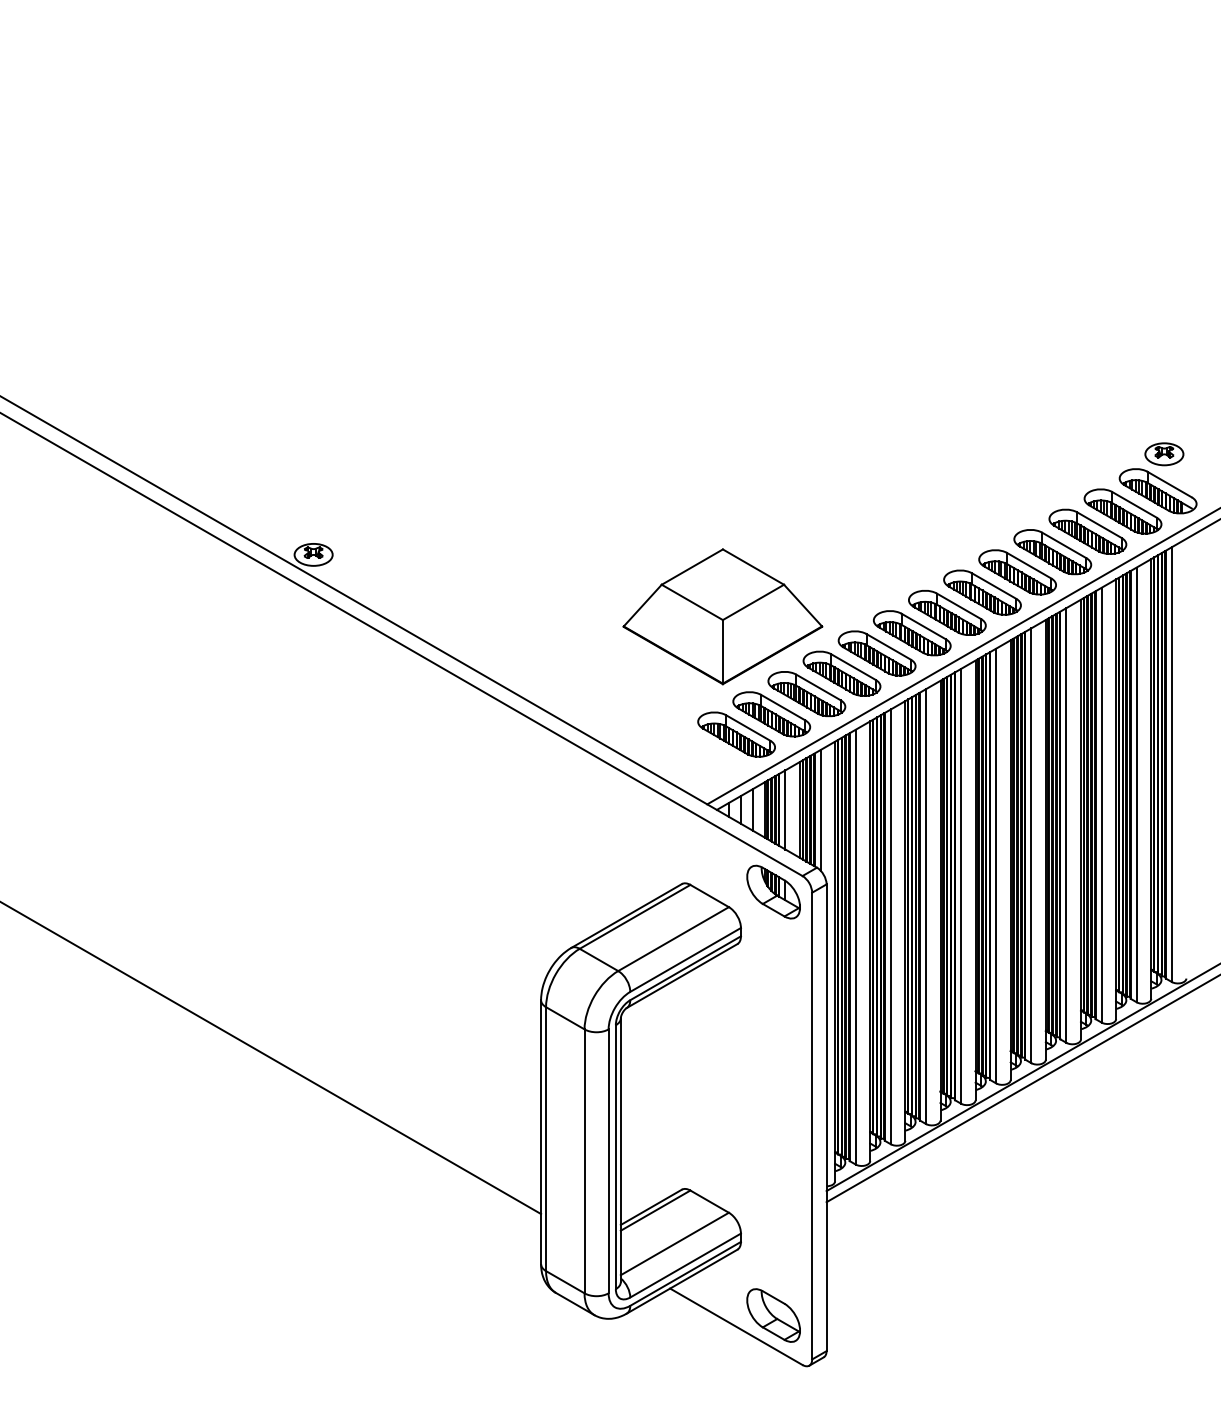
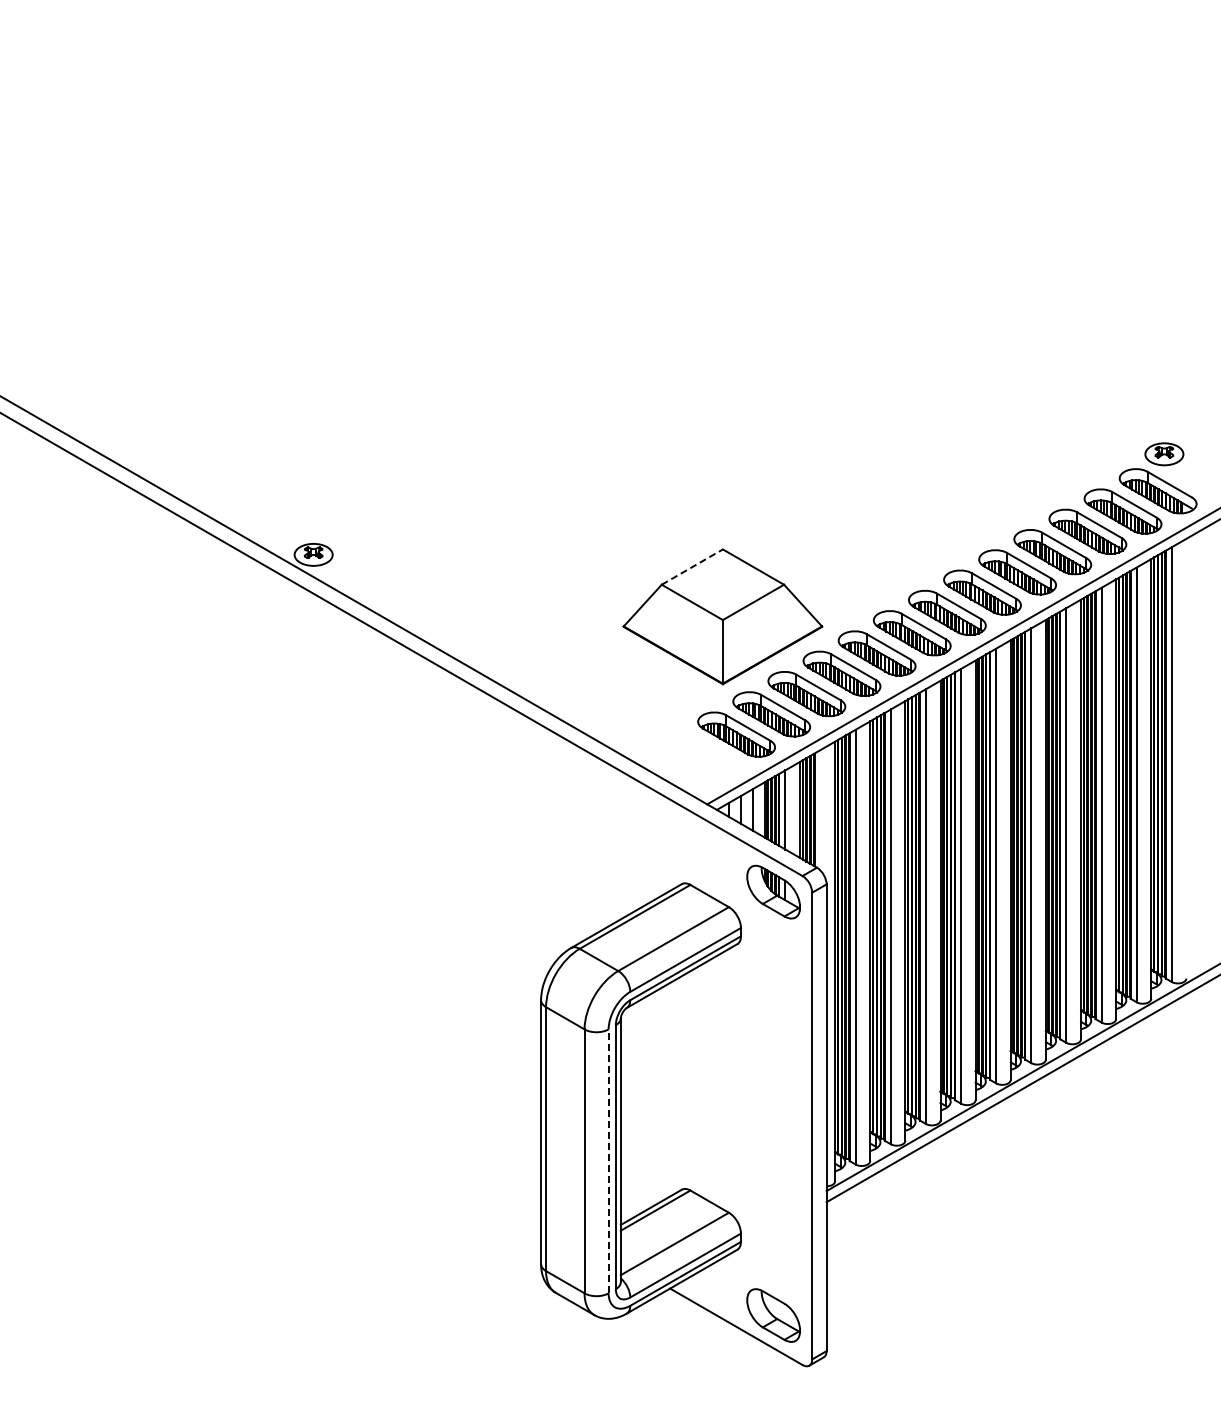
line at (692, 566): solid -> dashed
line at (820, 810): present -> none
line at (271, 1058): present -> none
line at (608, 1161): solid -> dashed
